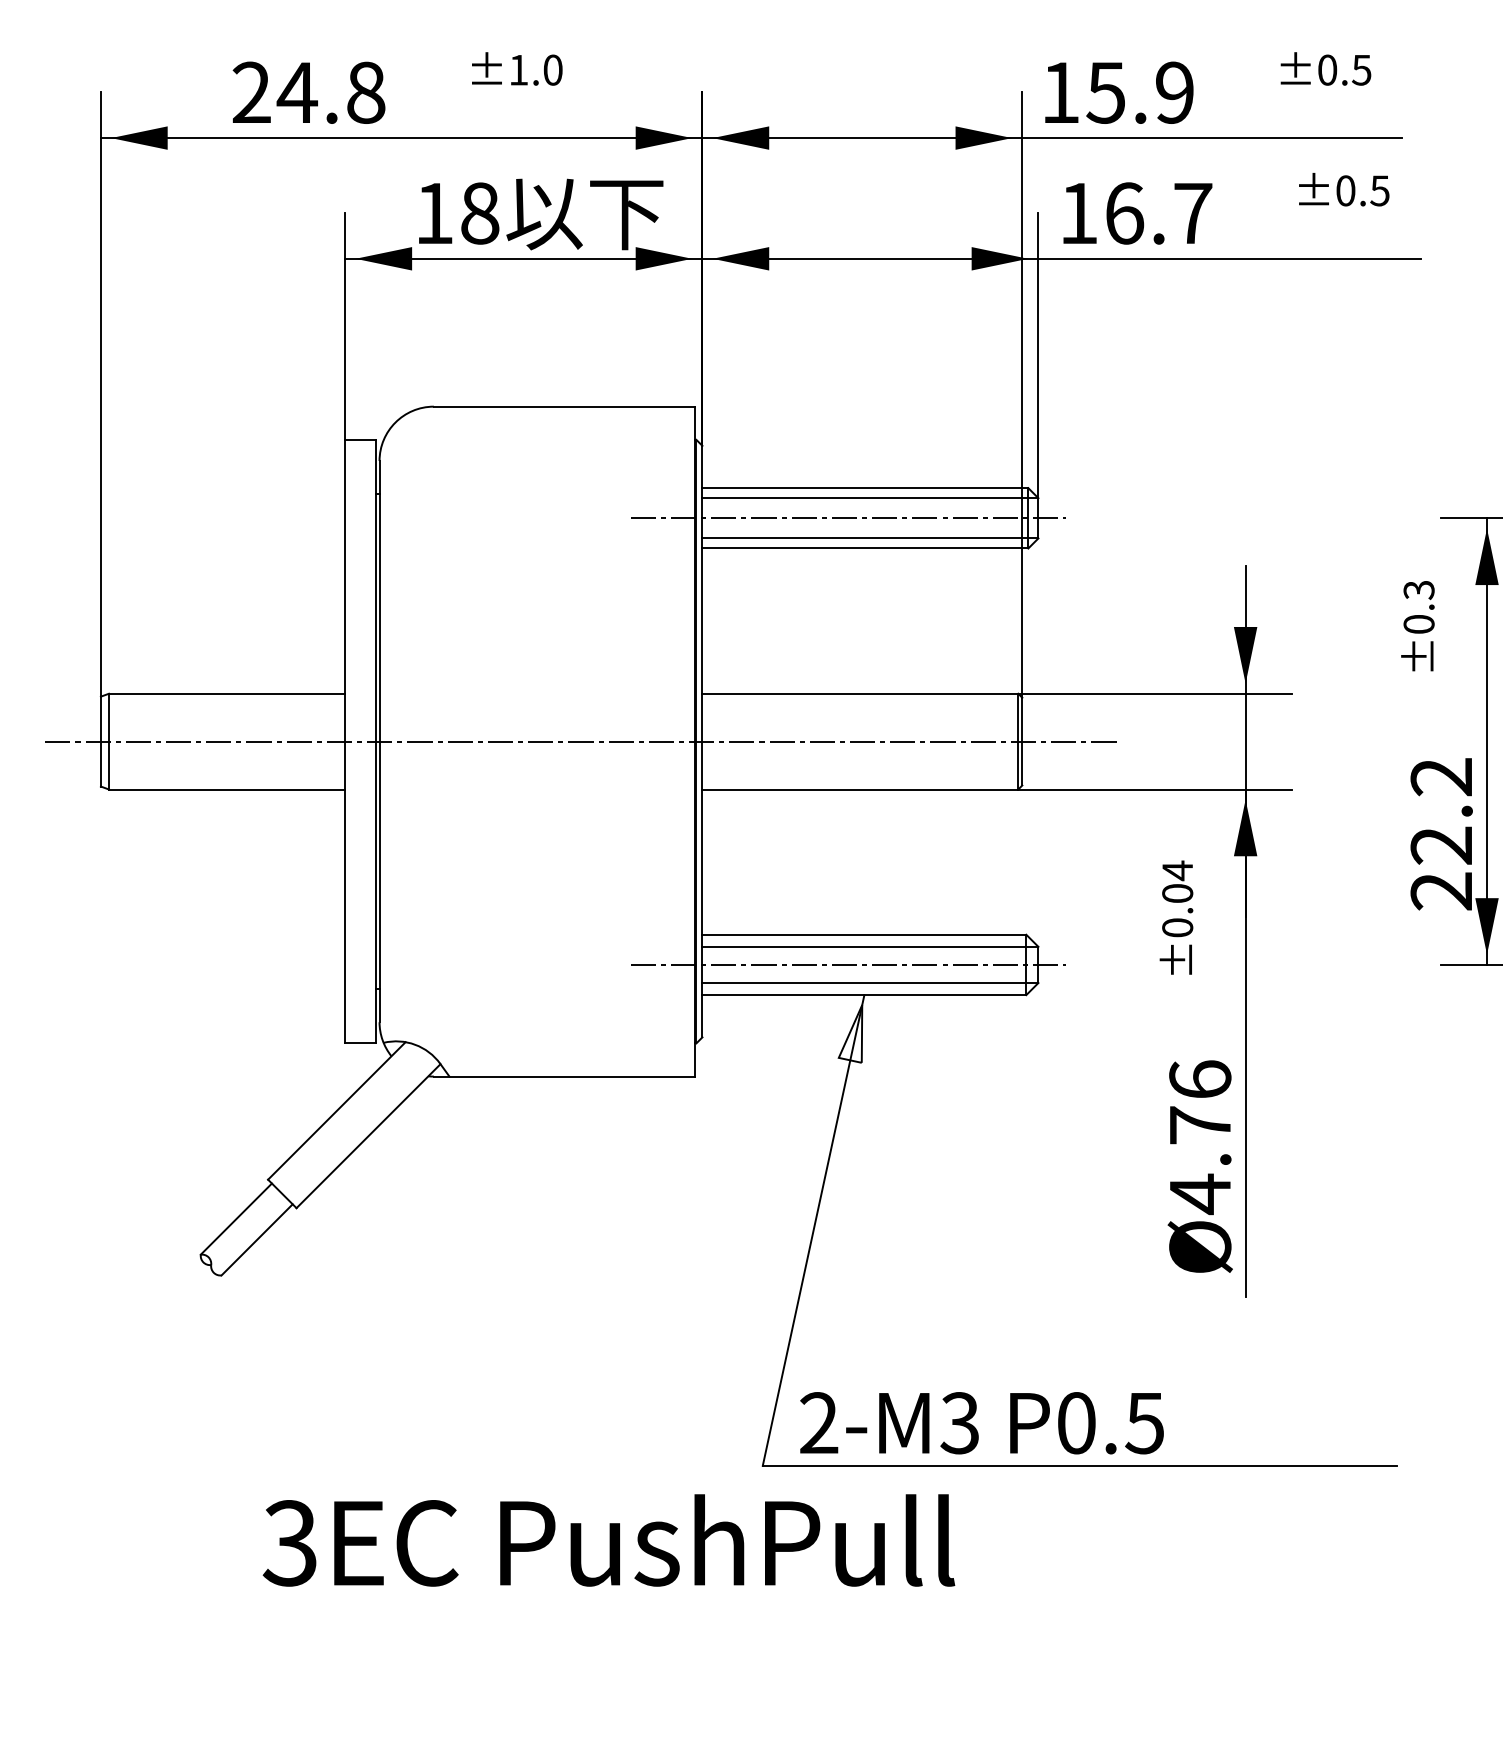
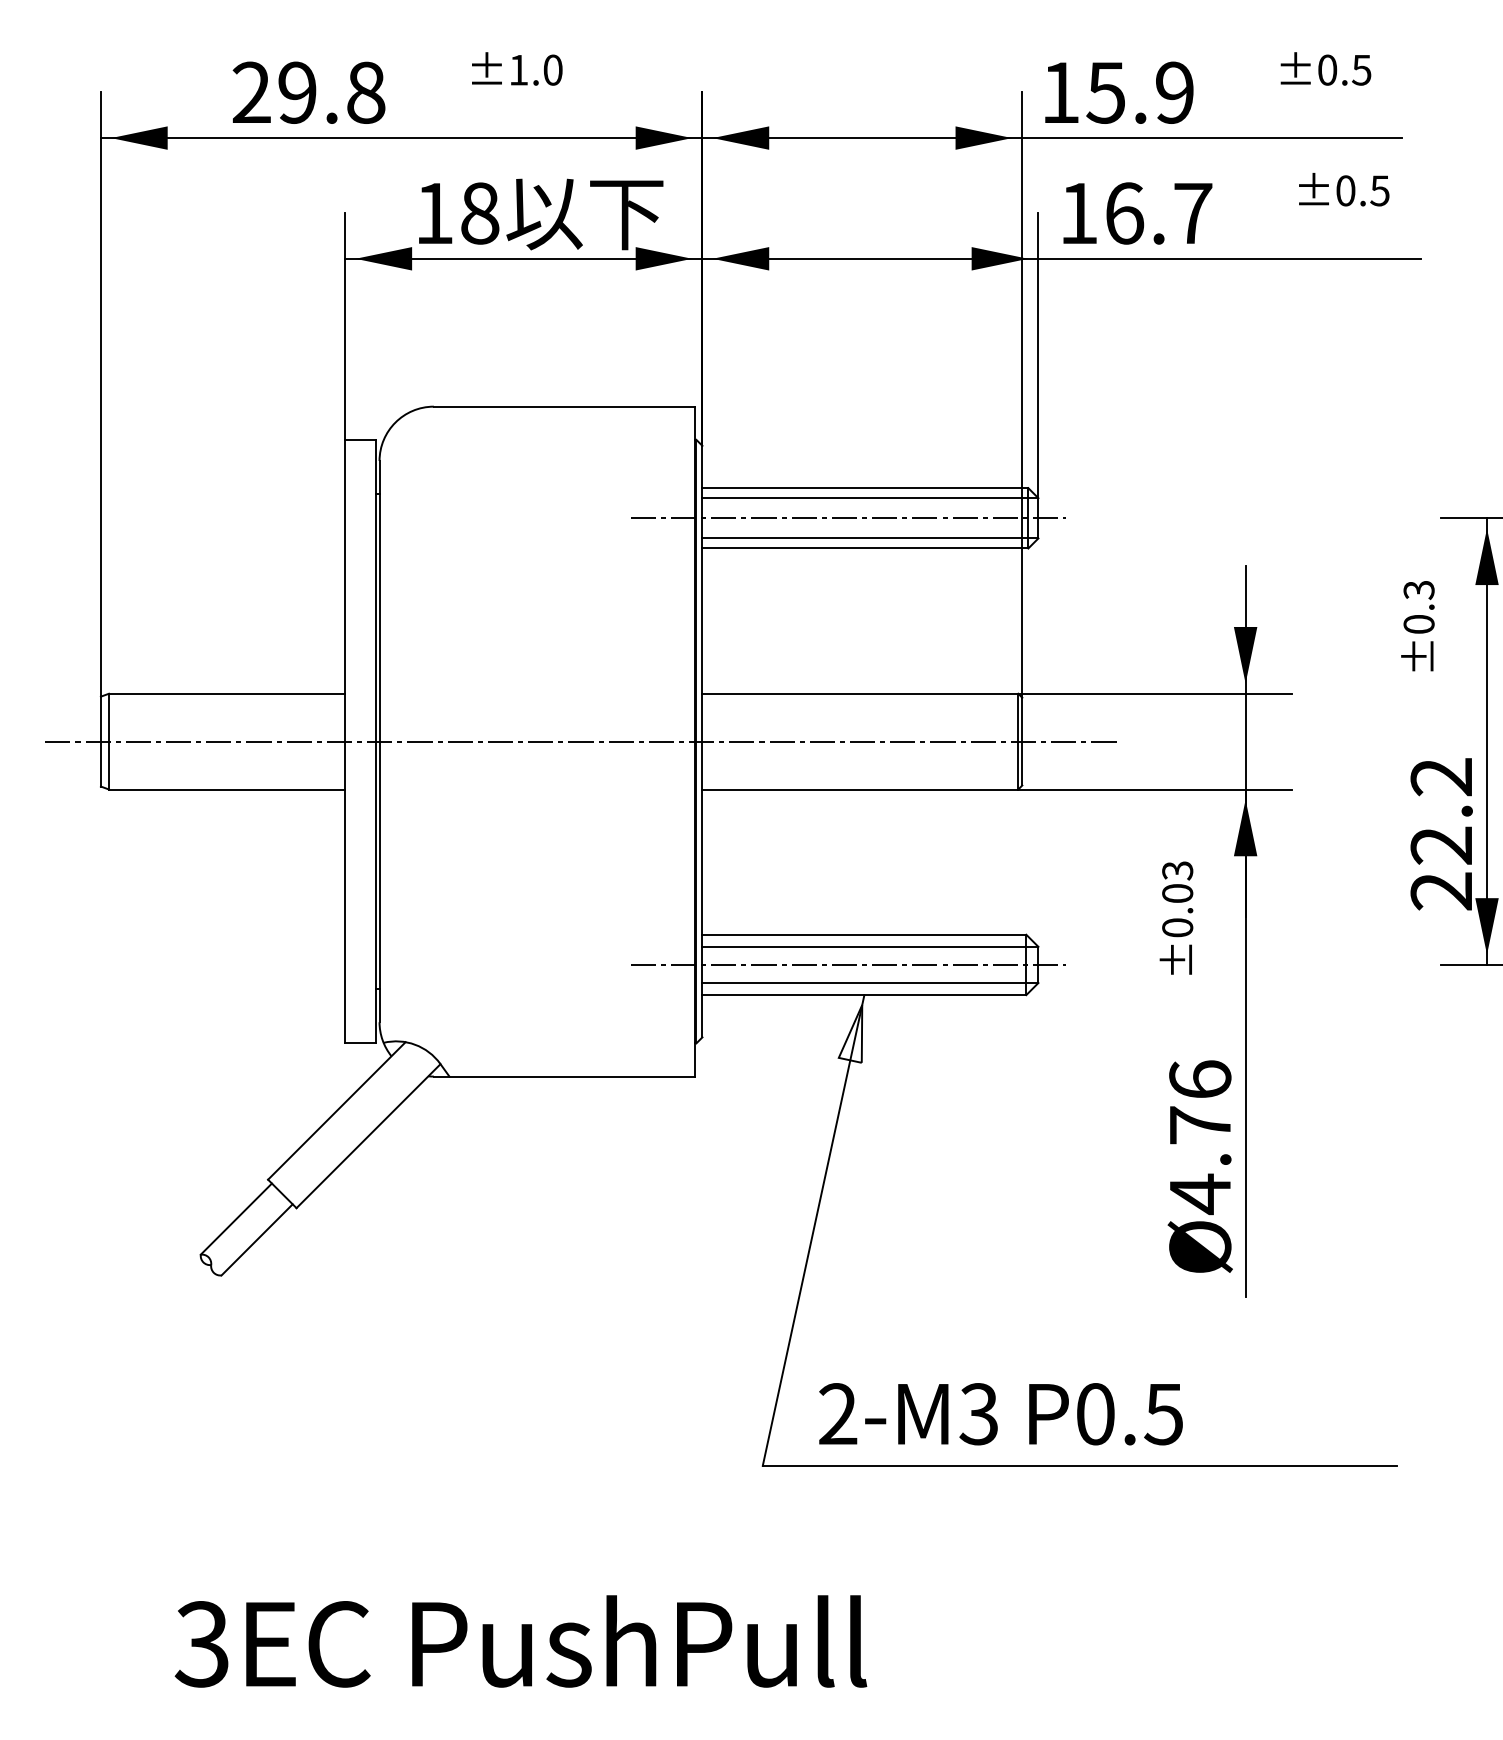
text at (297, 92): 24.8 -> 29.8
text at (1177, 870): ±0.04 -> ±0.03
text at (981, 1423) position: (981, 1423) -> (1000, 1414)
text at (608, 1540) position: (608, 1540) -> (520, 1641)
